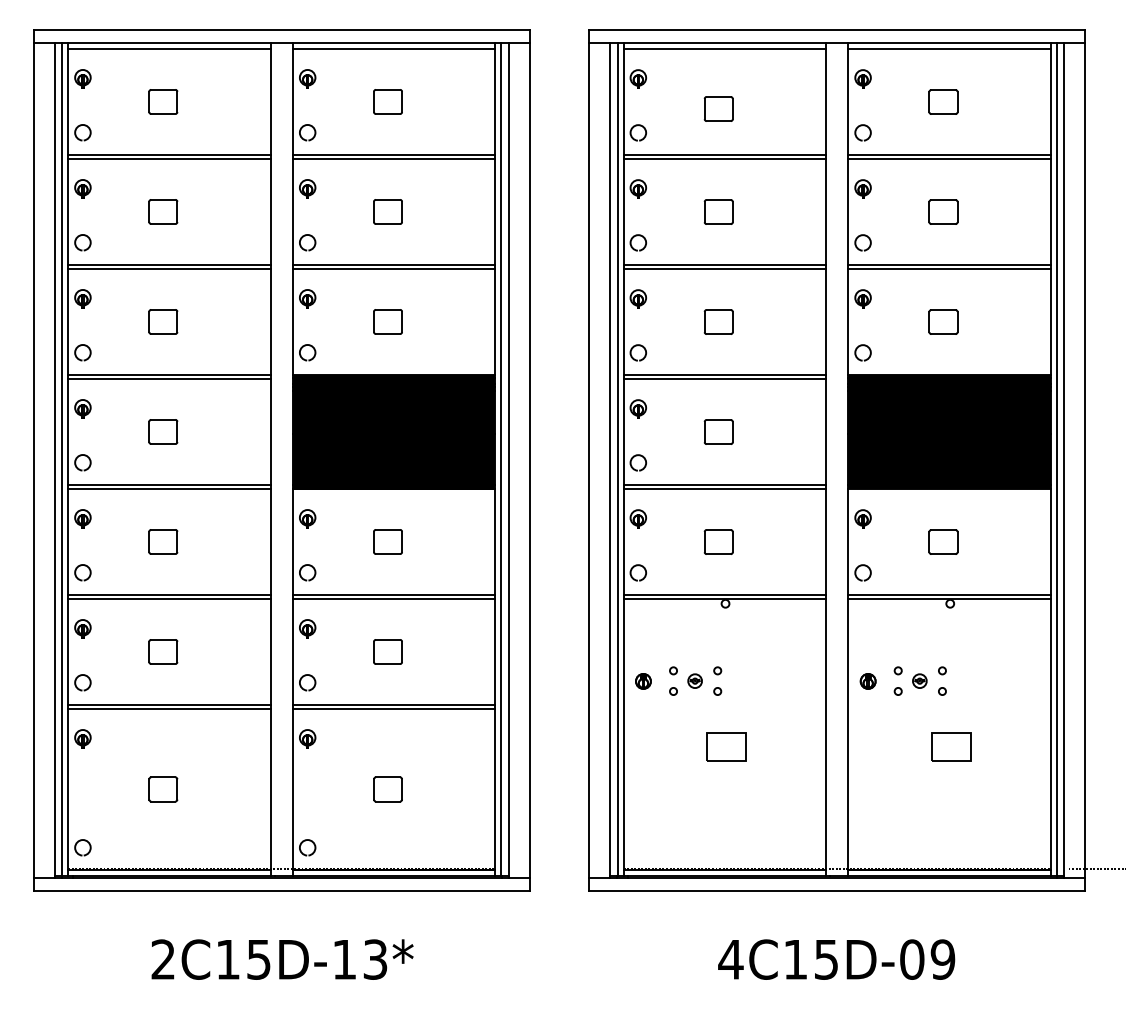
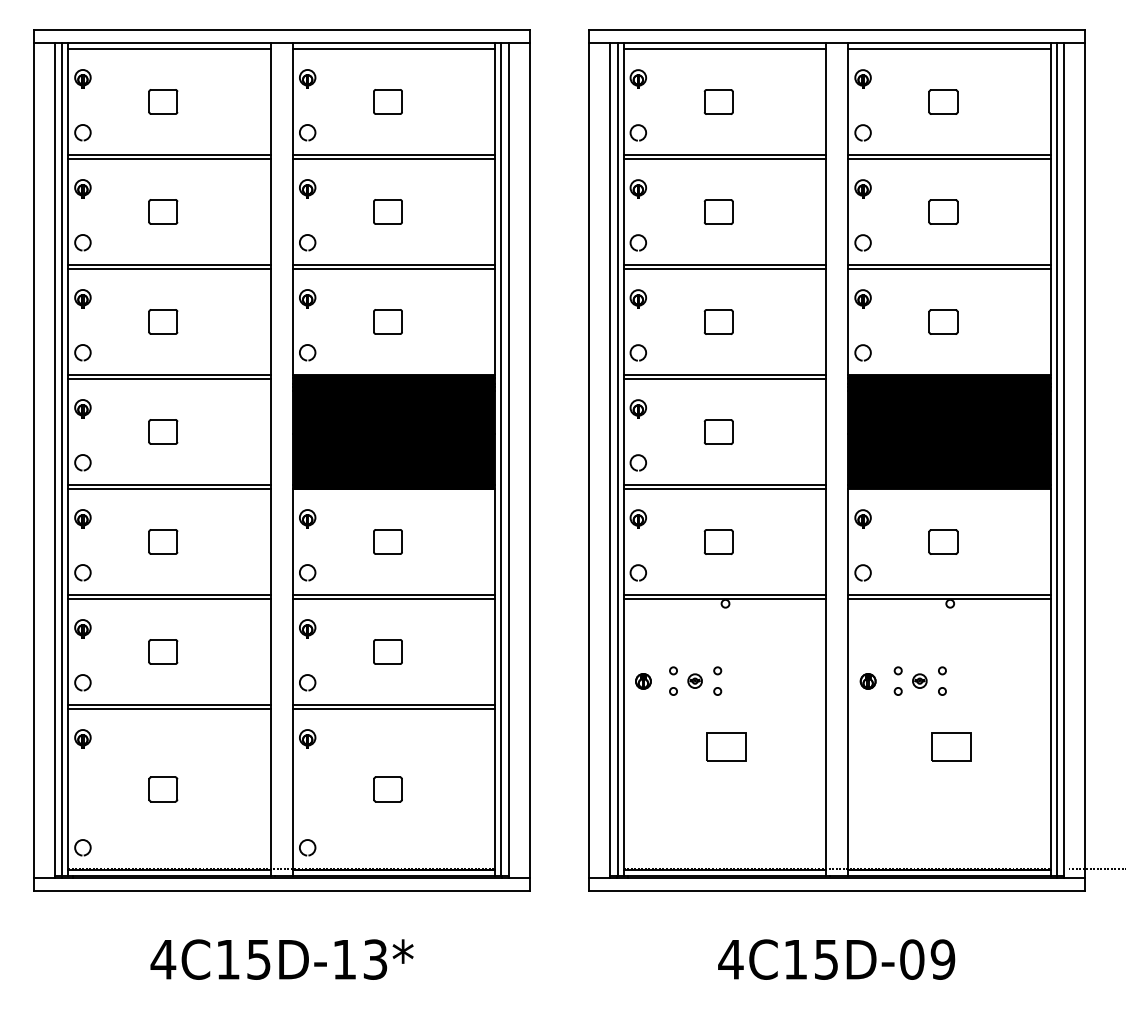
part at (718, 108) position: (718, 108) -> (718, 101)
text at (163, 959): 2C15D-13* -> 4C15D-13*
